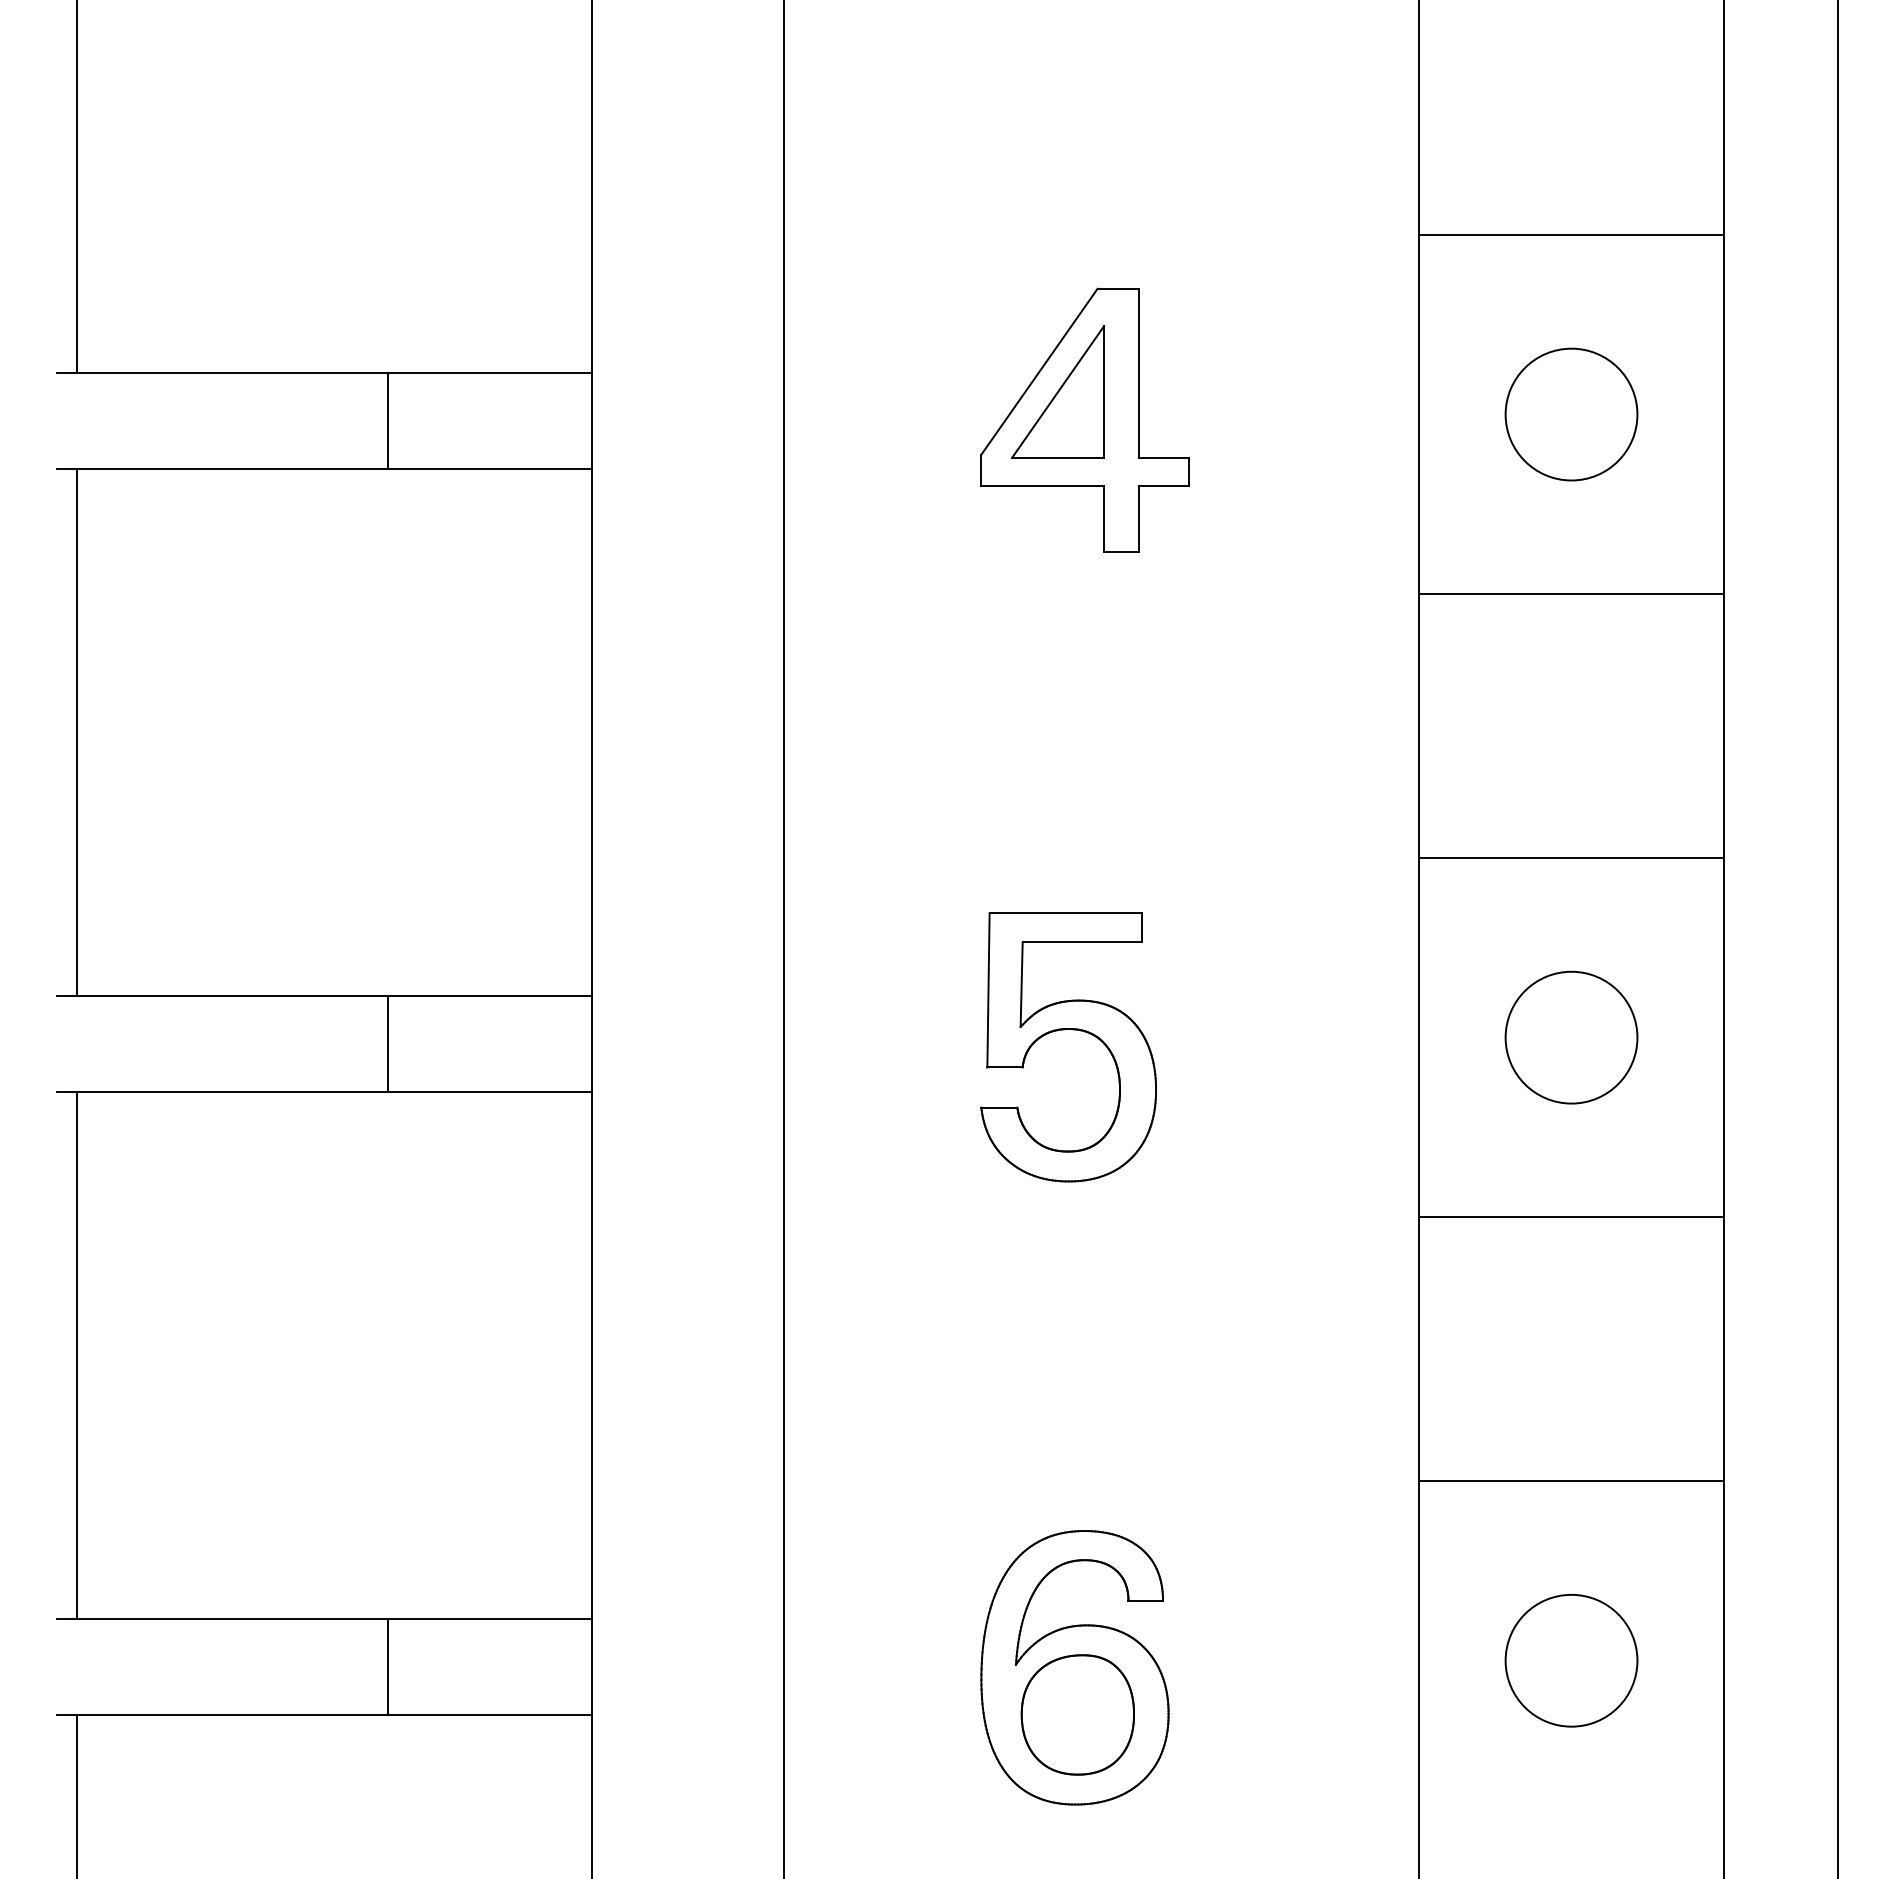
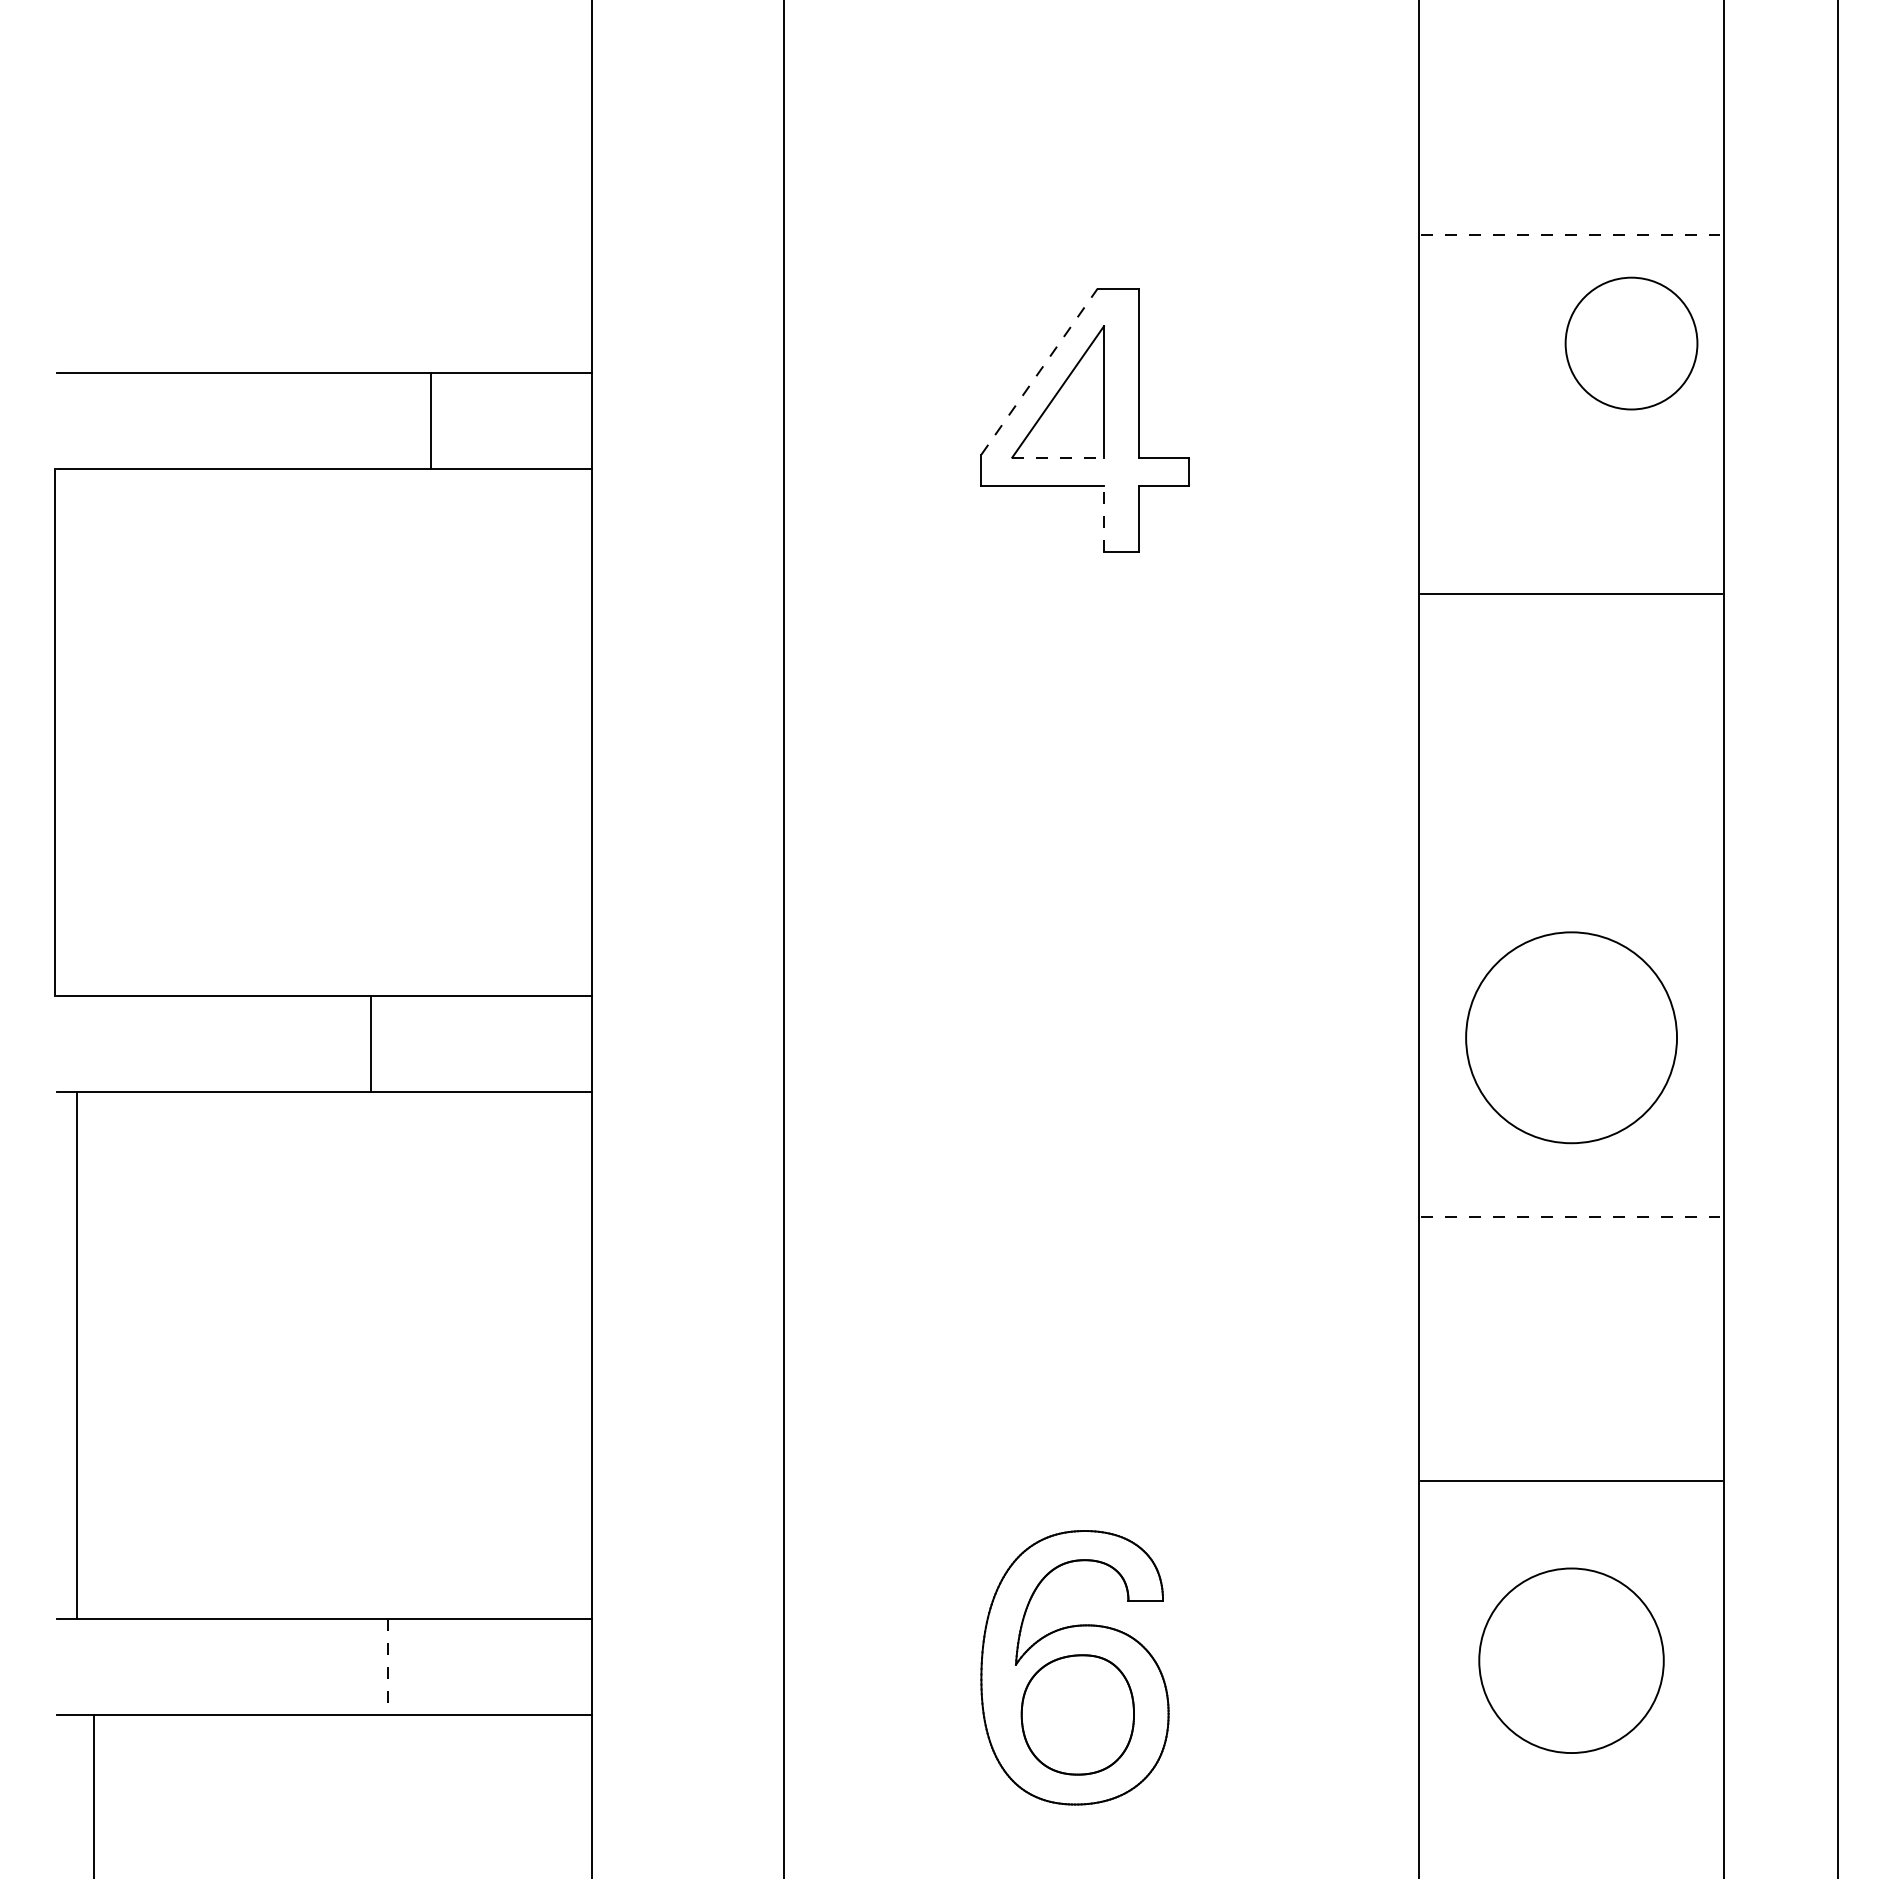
line at (76, 187): present -> none
line at (1571, 234): solid -> dashed
line at (1039, 371): solid -> dashed
circle at (1571, 414) position: (1571, 414) -> (1631, 343)
line at (388, 420) position: (388, 420) -> (431, 420)
line at (1058, 457): solid -> dashed
line at (1103, 519): solid -> dashed
line at (76, 731) position: (76, 731) -> (54, 731)
line at (1571, 857): present -> none
part at (1064, 1030): present -> none
circle at (1571, 1037) size: 135x135 px -> 213x214 px
line at (388, 1043) position: (388, 1043) -> (371, 1043)
line at (1571, 1217): solid -> dashed
circle at (1571, 1660) diameter: 132 px -> 185 px
line at (388, 1666): solid -> dashed
line at (76, 1794) position: (76, 1794) -> (93, 1794)
